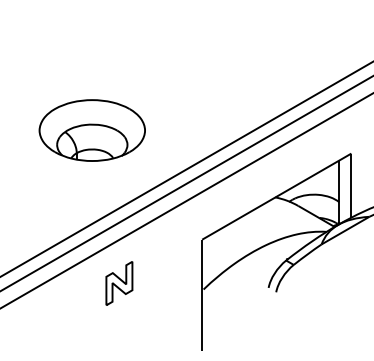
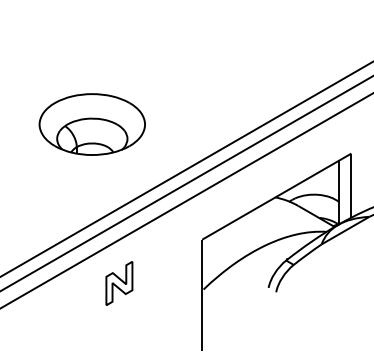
part at (91, 130) position: (91, 130) -> (91, 124)
